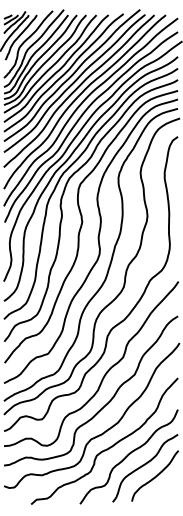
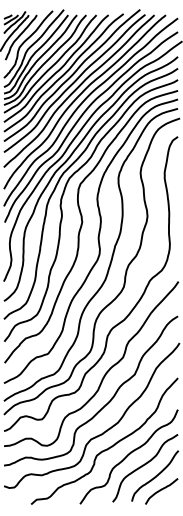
curve at (161, 490): none -> present
